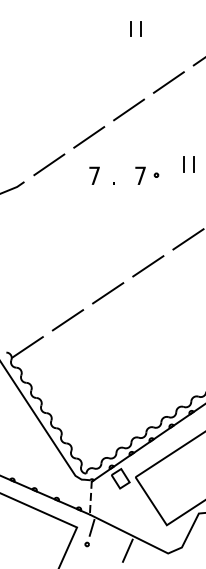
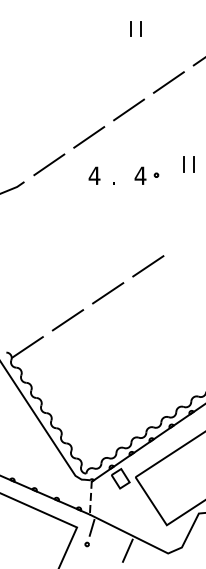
text at (94, 175): 7 -> 4
text at (140, 175): 7 -> 4
line at (187, 239): present -> none
